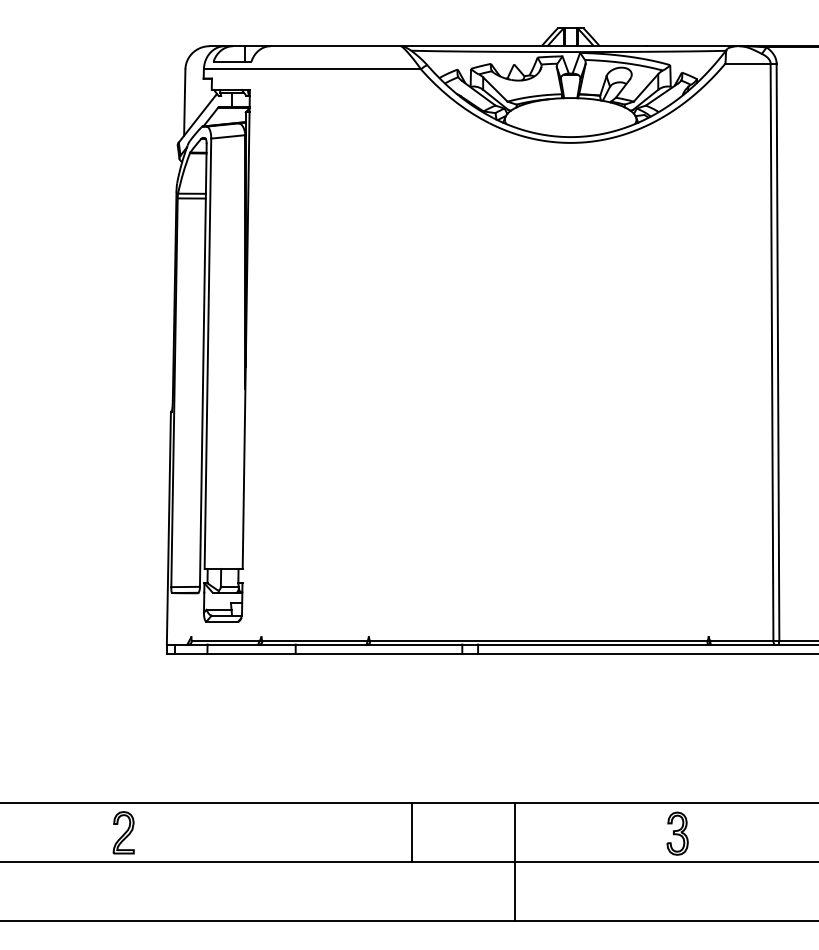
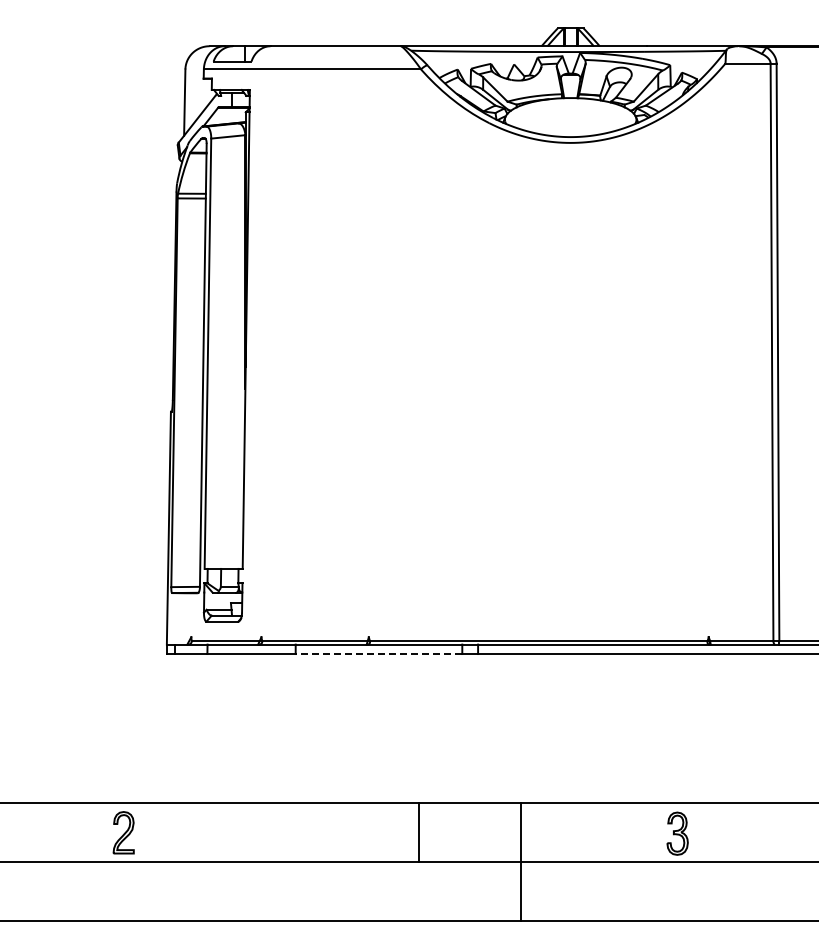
line at (378, 654): solid -> dashed
line at (411, 832) position: (411, 832) -> (418, 832)
line at (515, 862) position: (515, 862) -> (521, 862)
